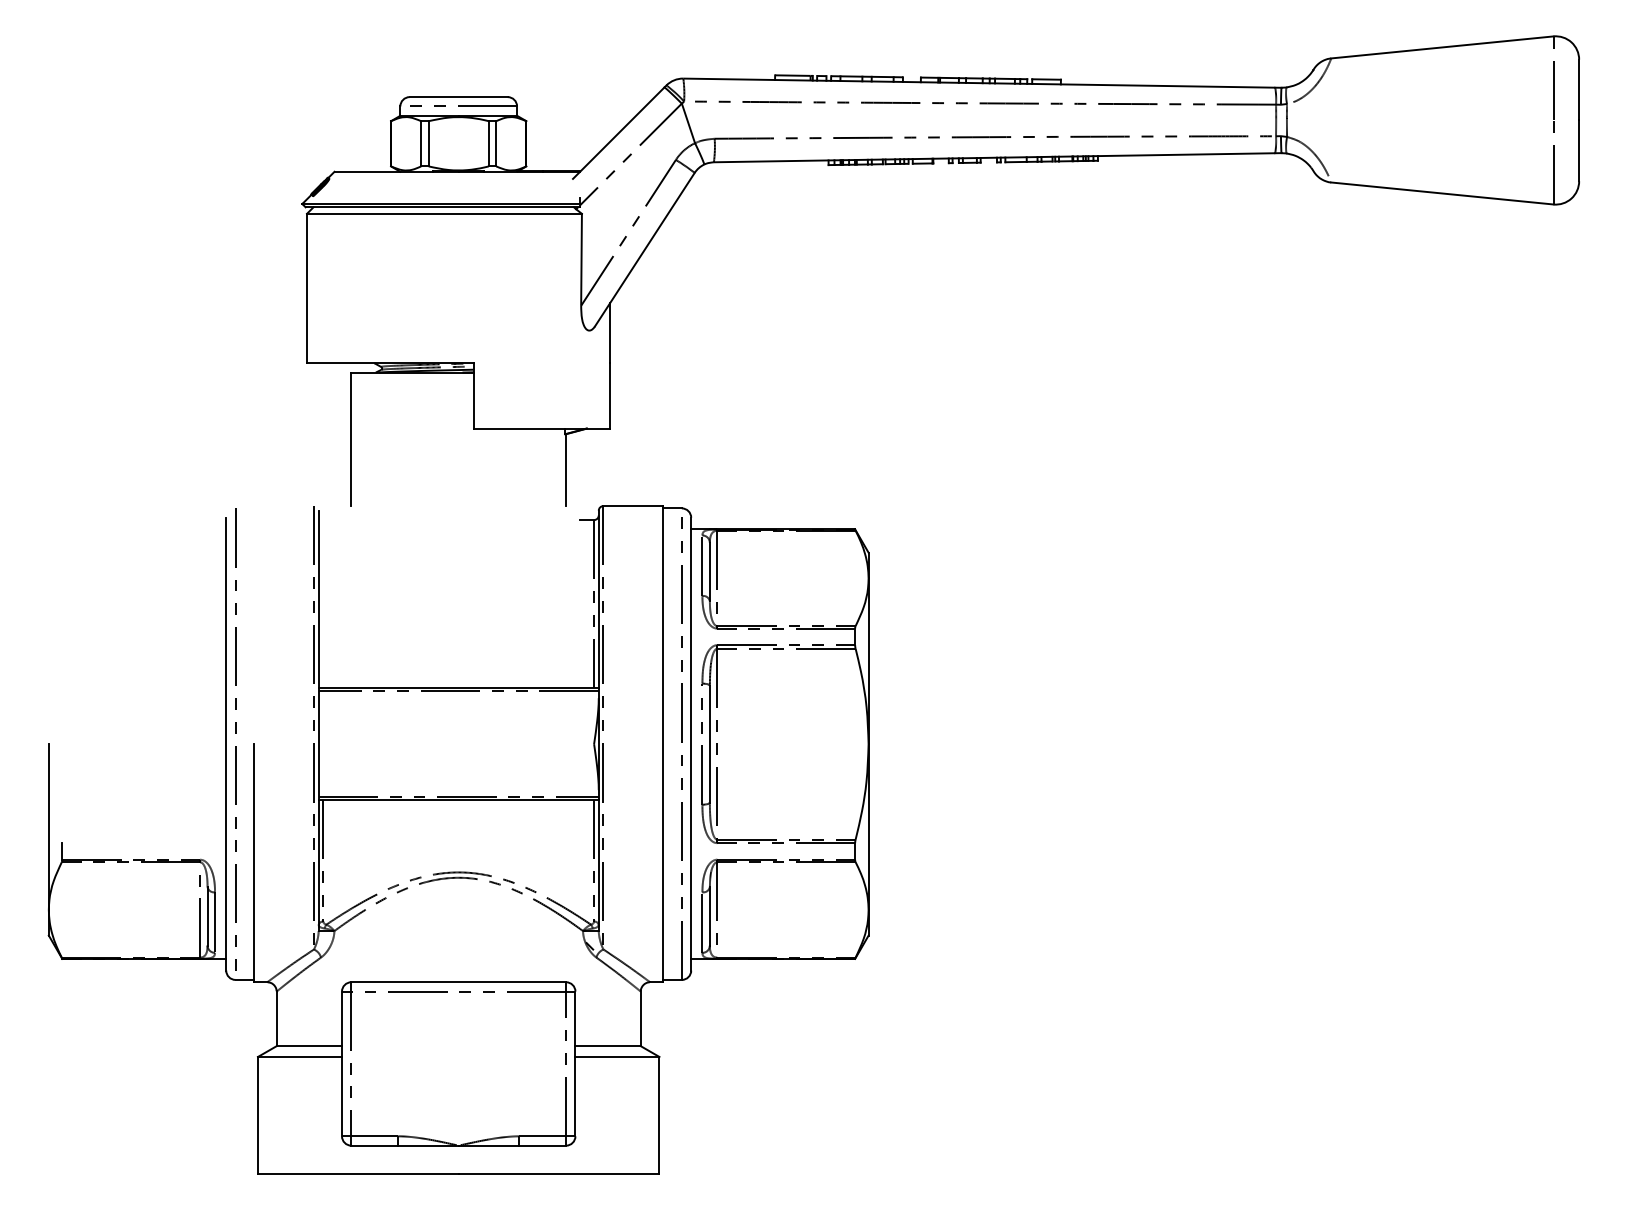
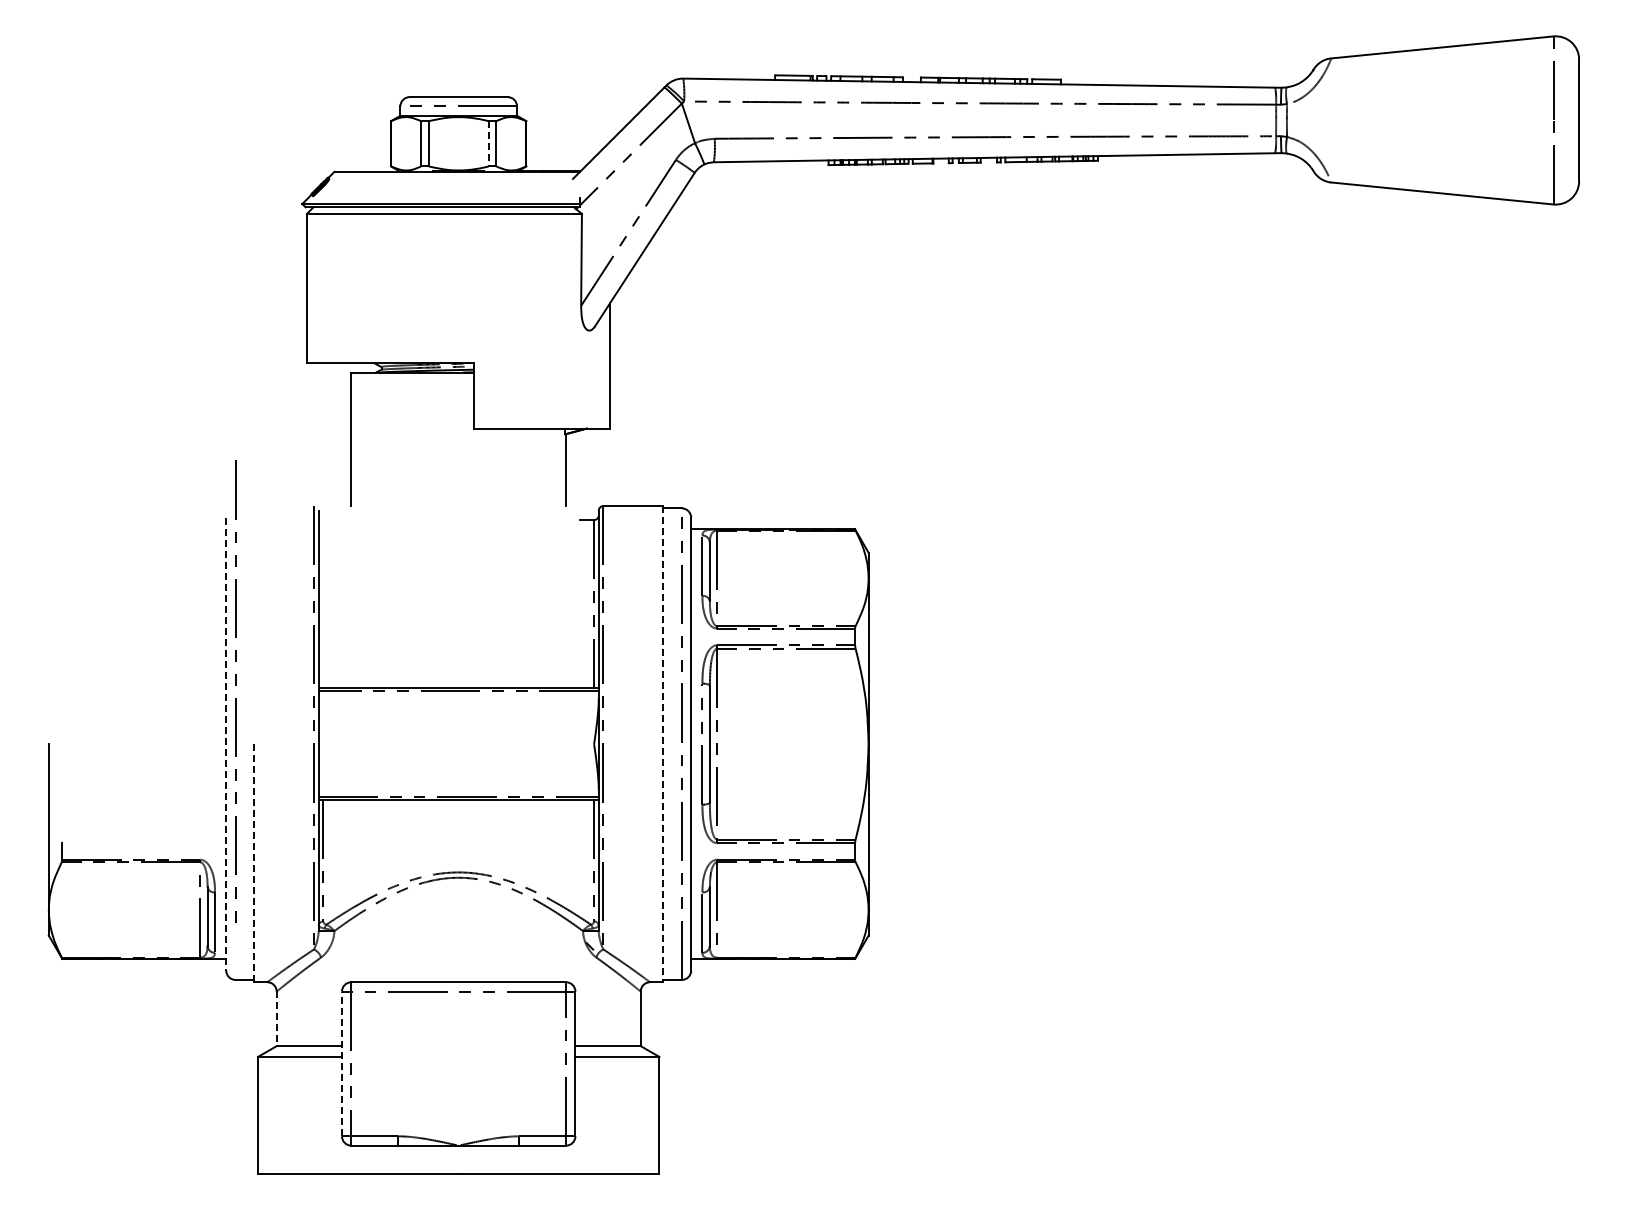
line at (488, 143): solid -> dashed
line at (235, 733) position: (235, 733) -> (235, 685)
line at (226, 744): solid -> dashed
line at (663, 744): solid -> dashed
line at (254, 862): solid -> dashed
line at (276, 1019): solid -> dashed
line at (342, 1063): solid -> dashed
